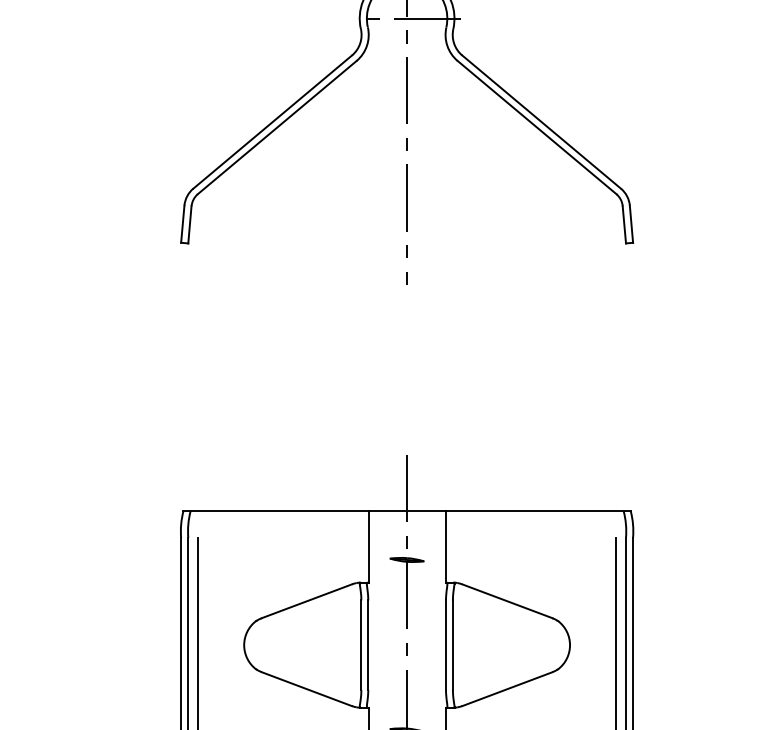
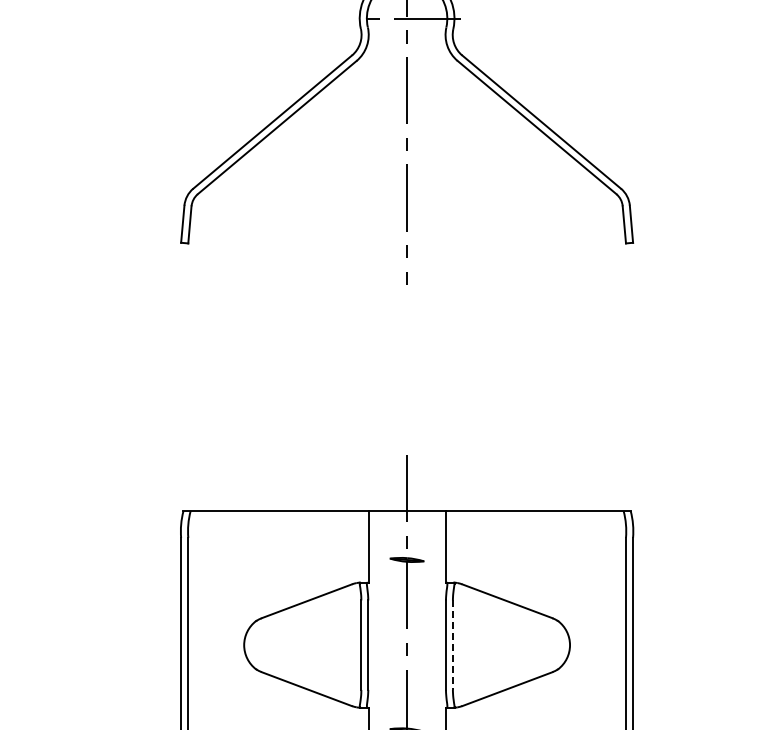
line at (197, 631): present -> none
line at (616, 631): present -> none
line at (452, 645): solid -> dashed
